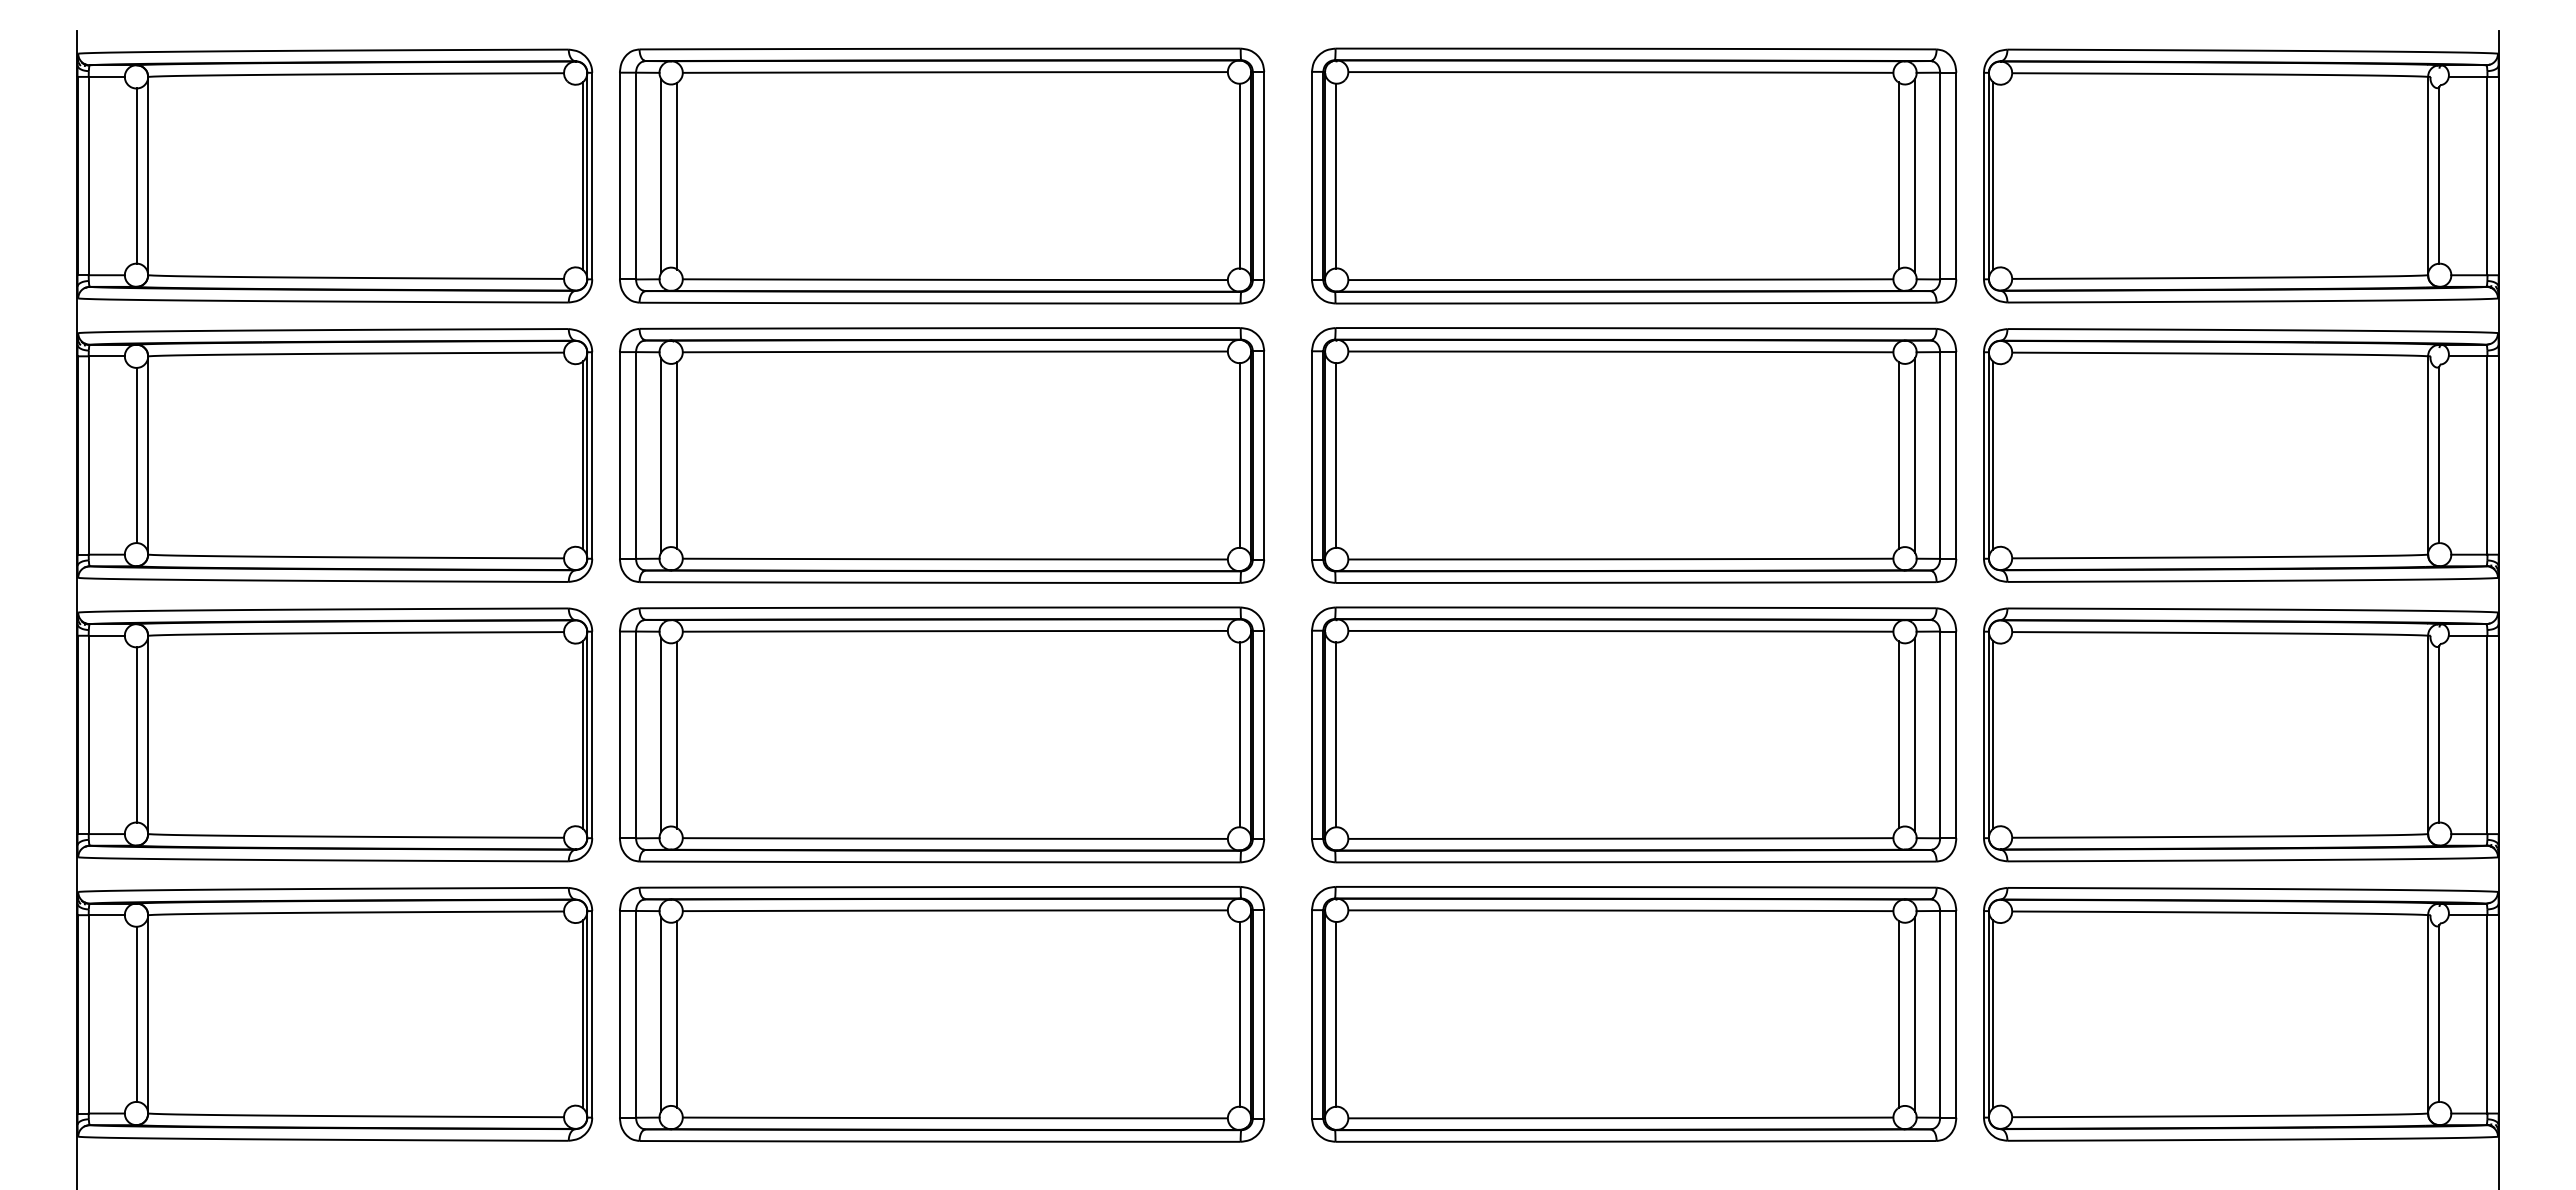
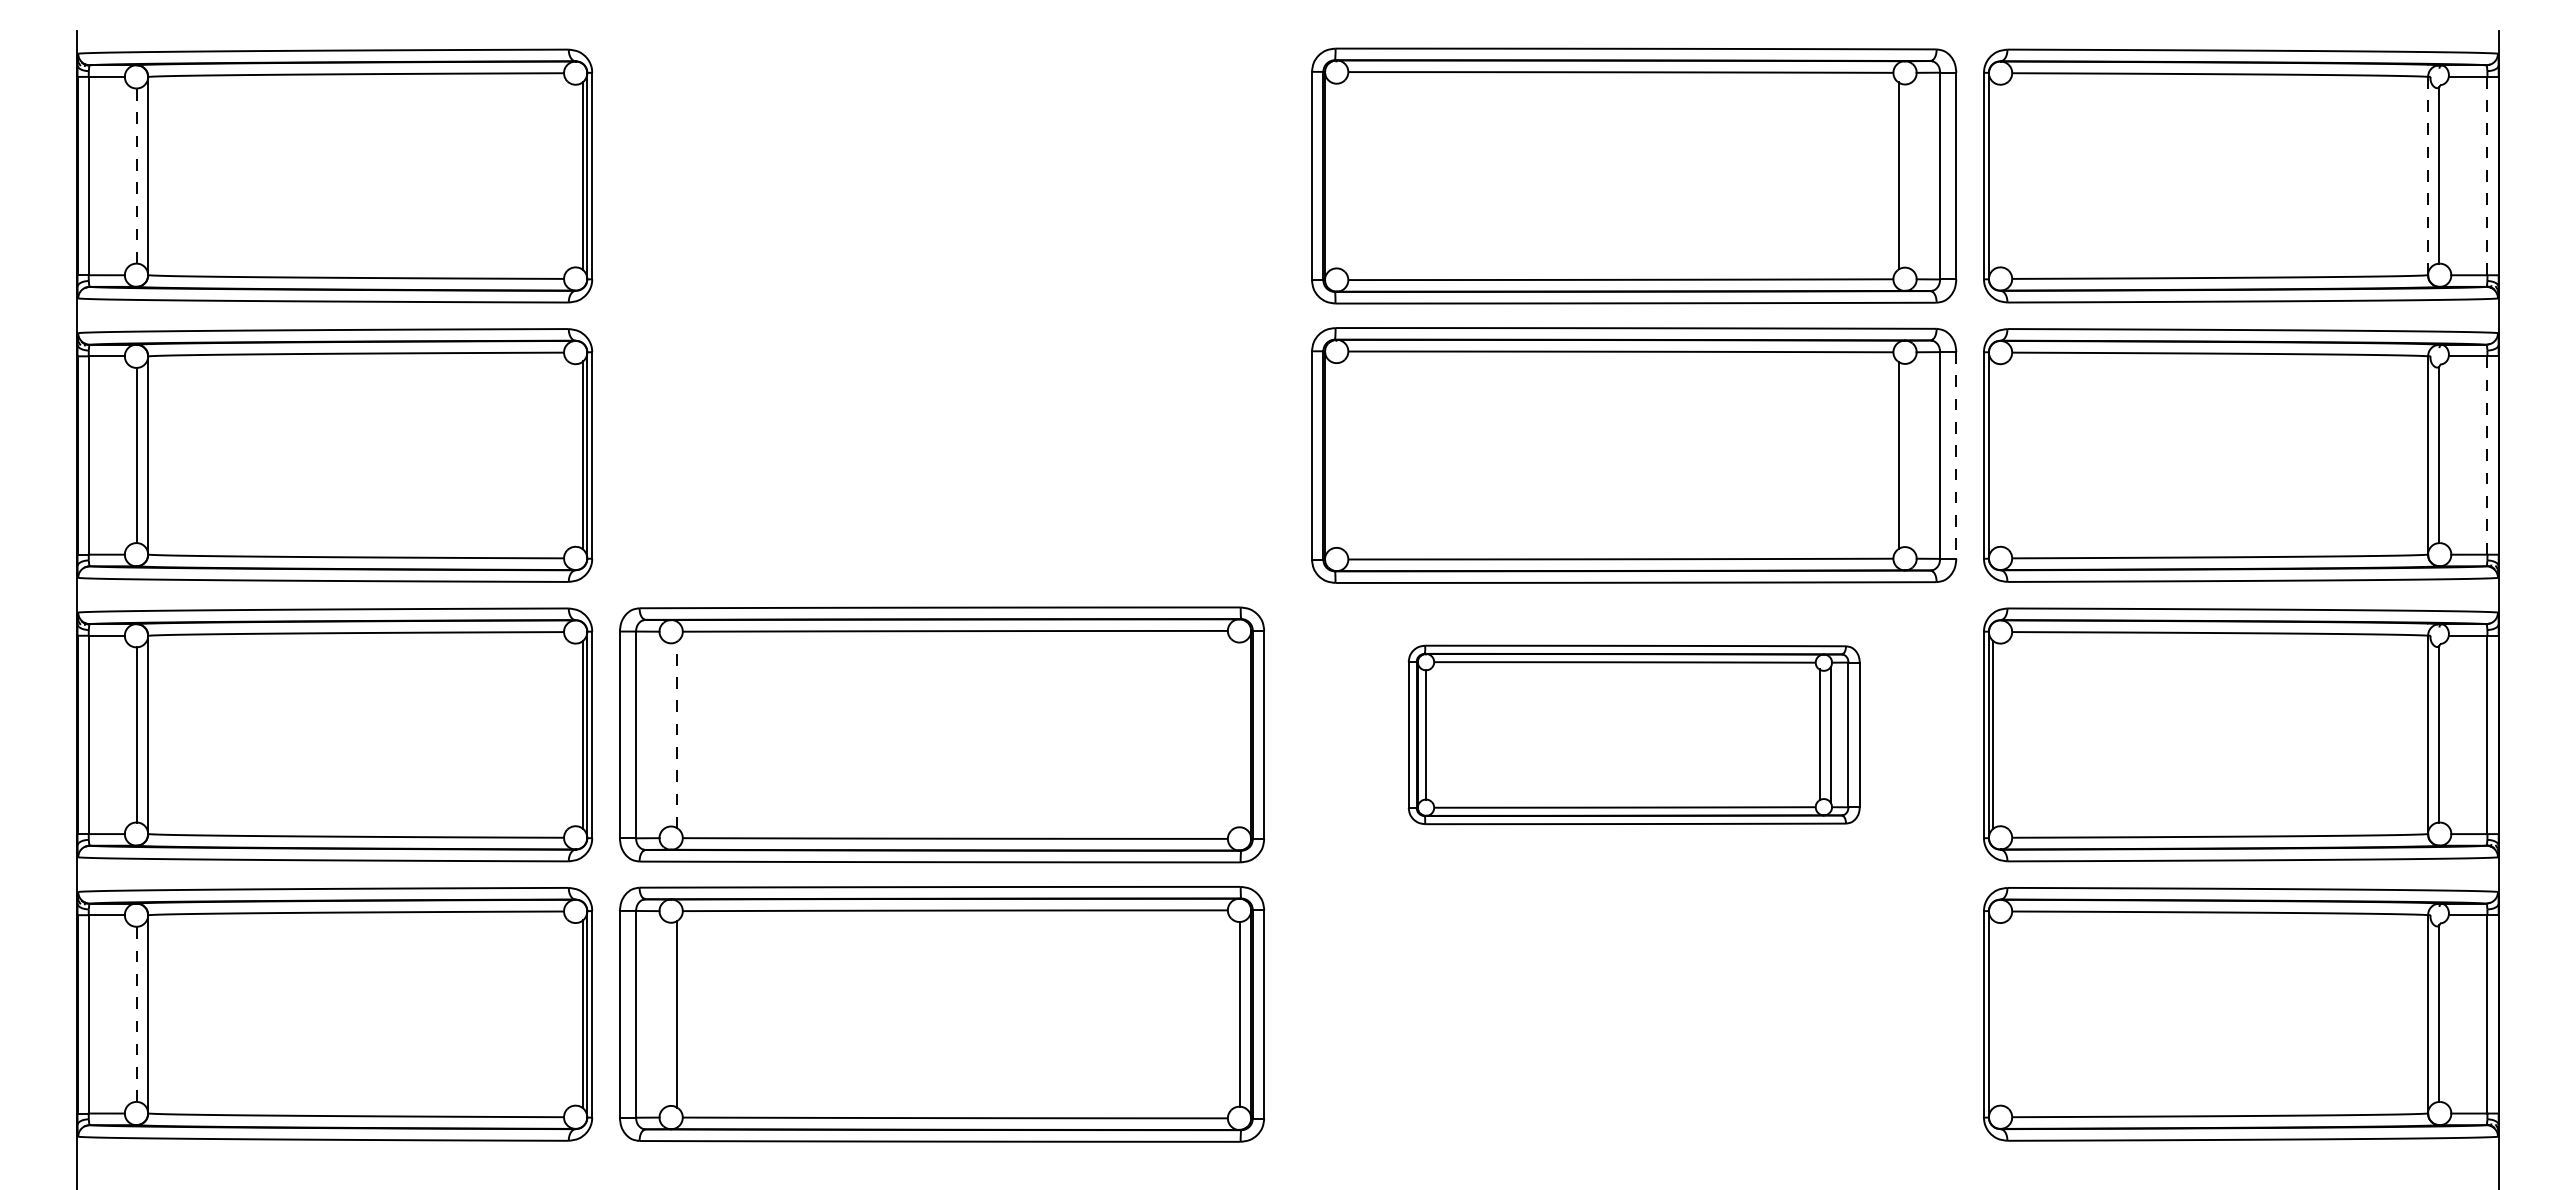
part at (942, 175): present -> none
line at (1336, 175): present -> none
line at (1914, 175): present -> none
line at (136, 176): solid -> dashed
line at (1993, 176): present -> none
line at (2428, 176): solid -> dashed
line at (2487, 176): solid -> dashed
part at (942, 455): present -> none
line at (1336, 455): present -> none
line at (1914, 455): present -> none
line at (1993, 455): present -> none
line at (1956, 456): solid -> dashed
line at (2487, 456): solid -> dashed
line at (661, 734): present -> none
line at (1240, 734): present -> none
part at (1634, 734) size: 647x258 px -> 454x182 px
line at (677, 735): solid -> dashed
line at (136, 1014): solid -> dashed
line at (661, 1014): present -> none
part at (1634, 1014): present -> none
line at (1993, 1014): present -> none
